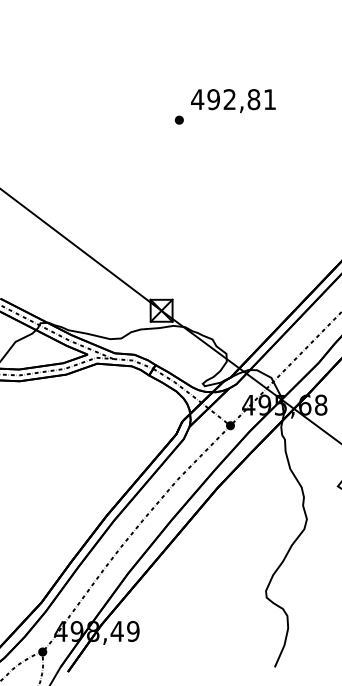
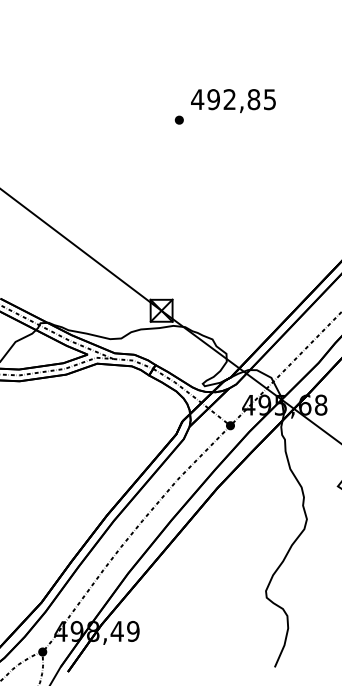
text at (269, 99): 492,81 -> 492,85
